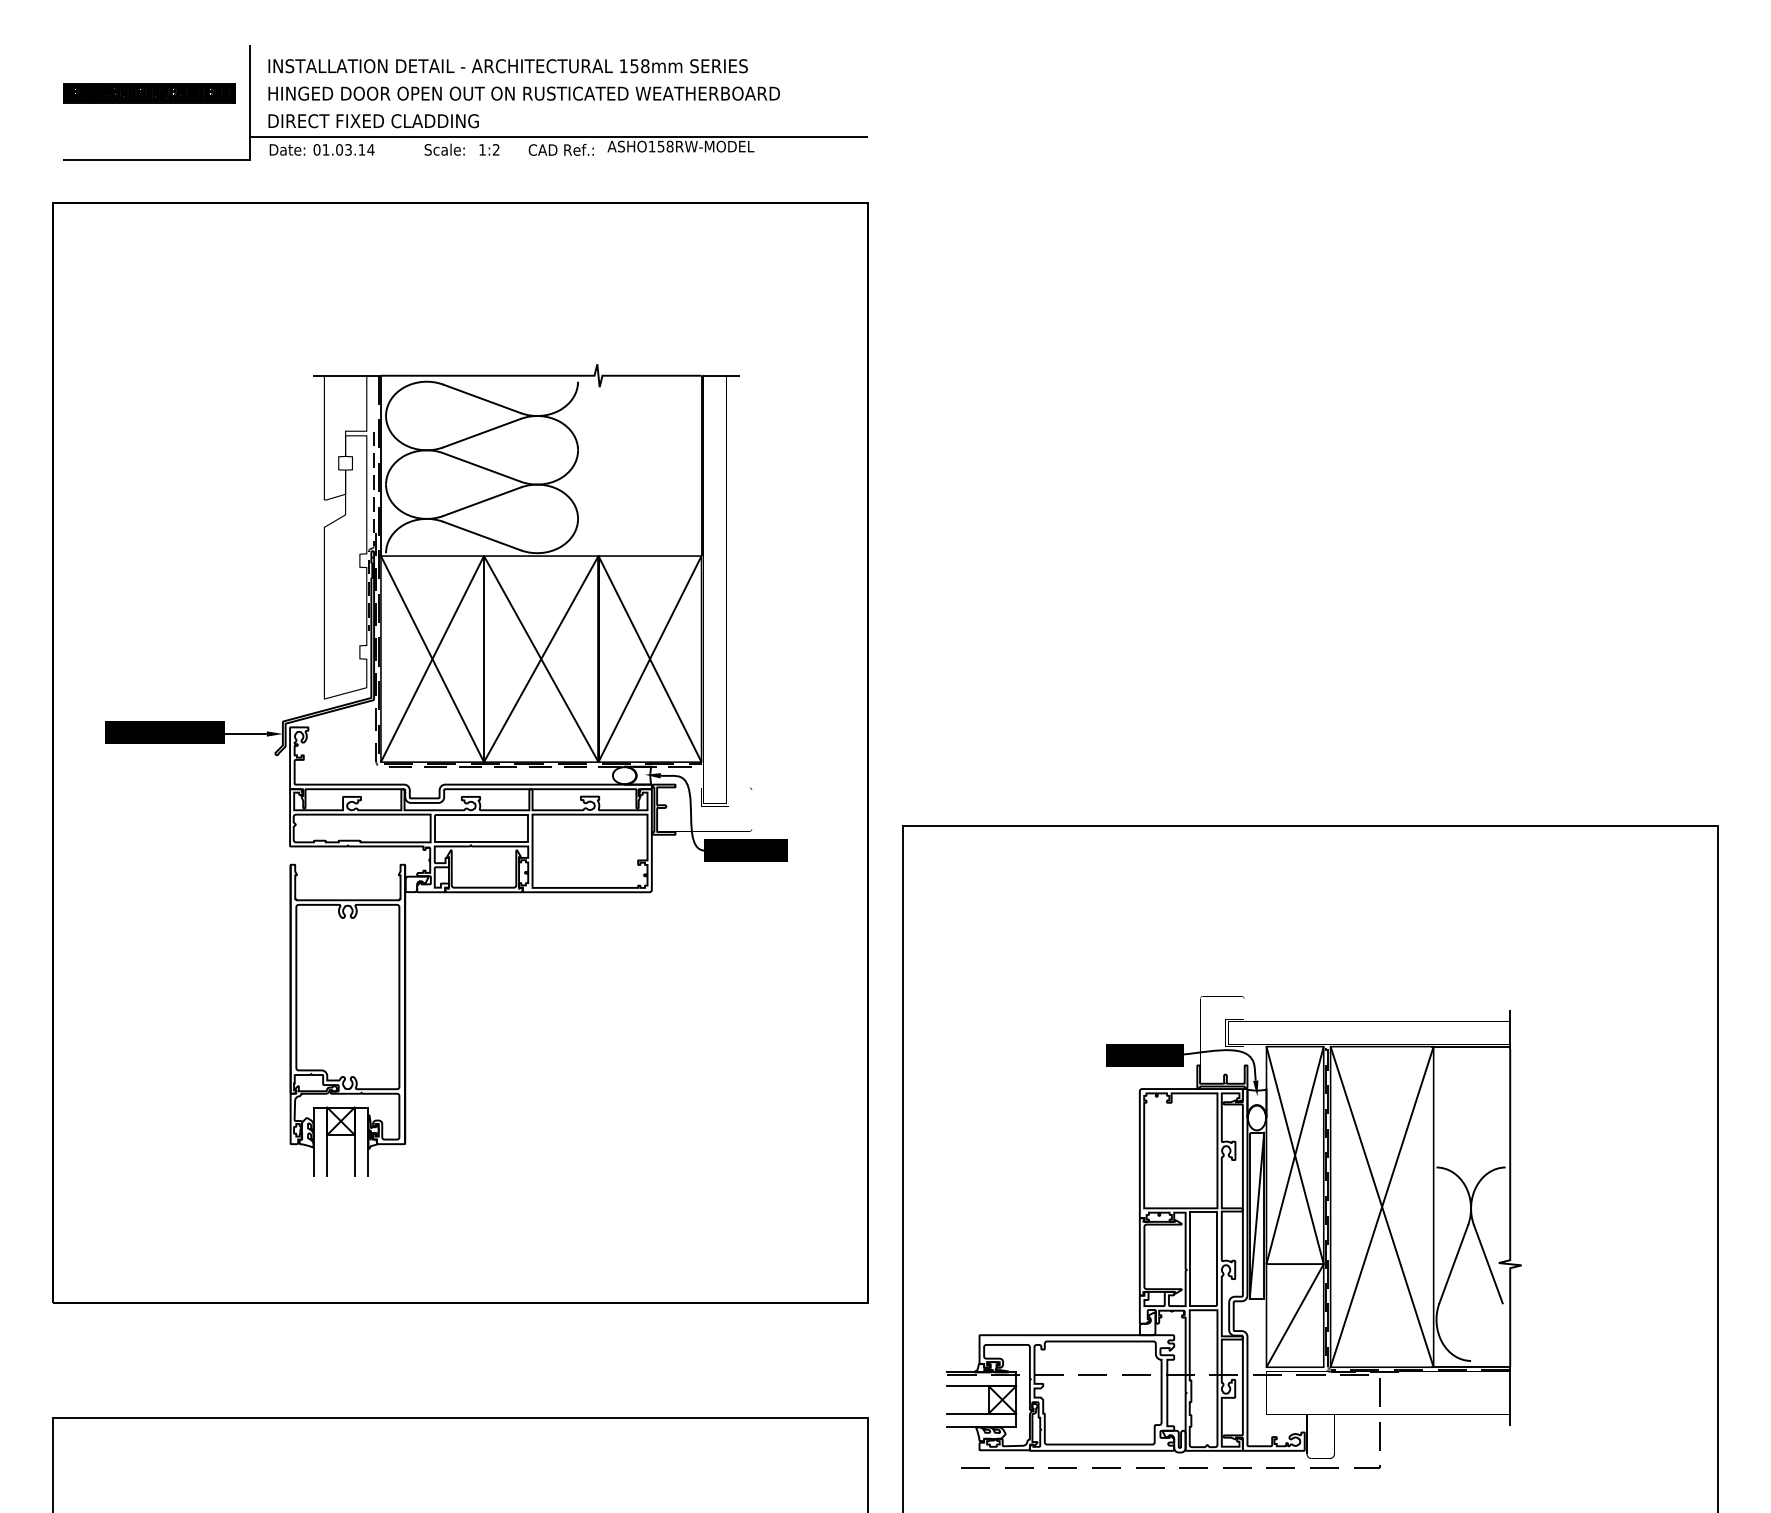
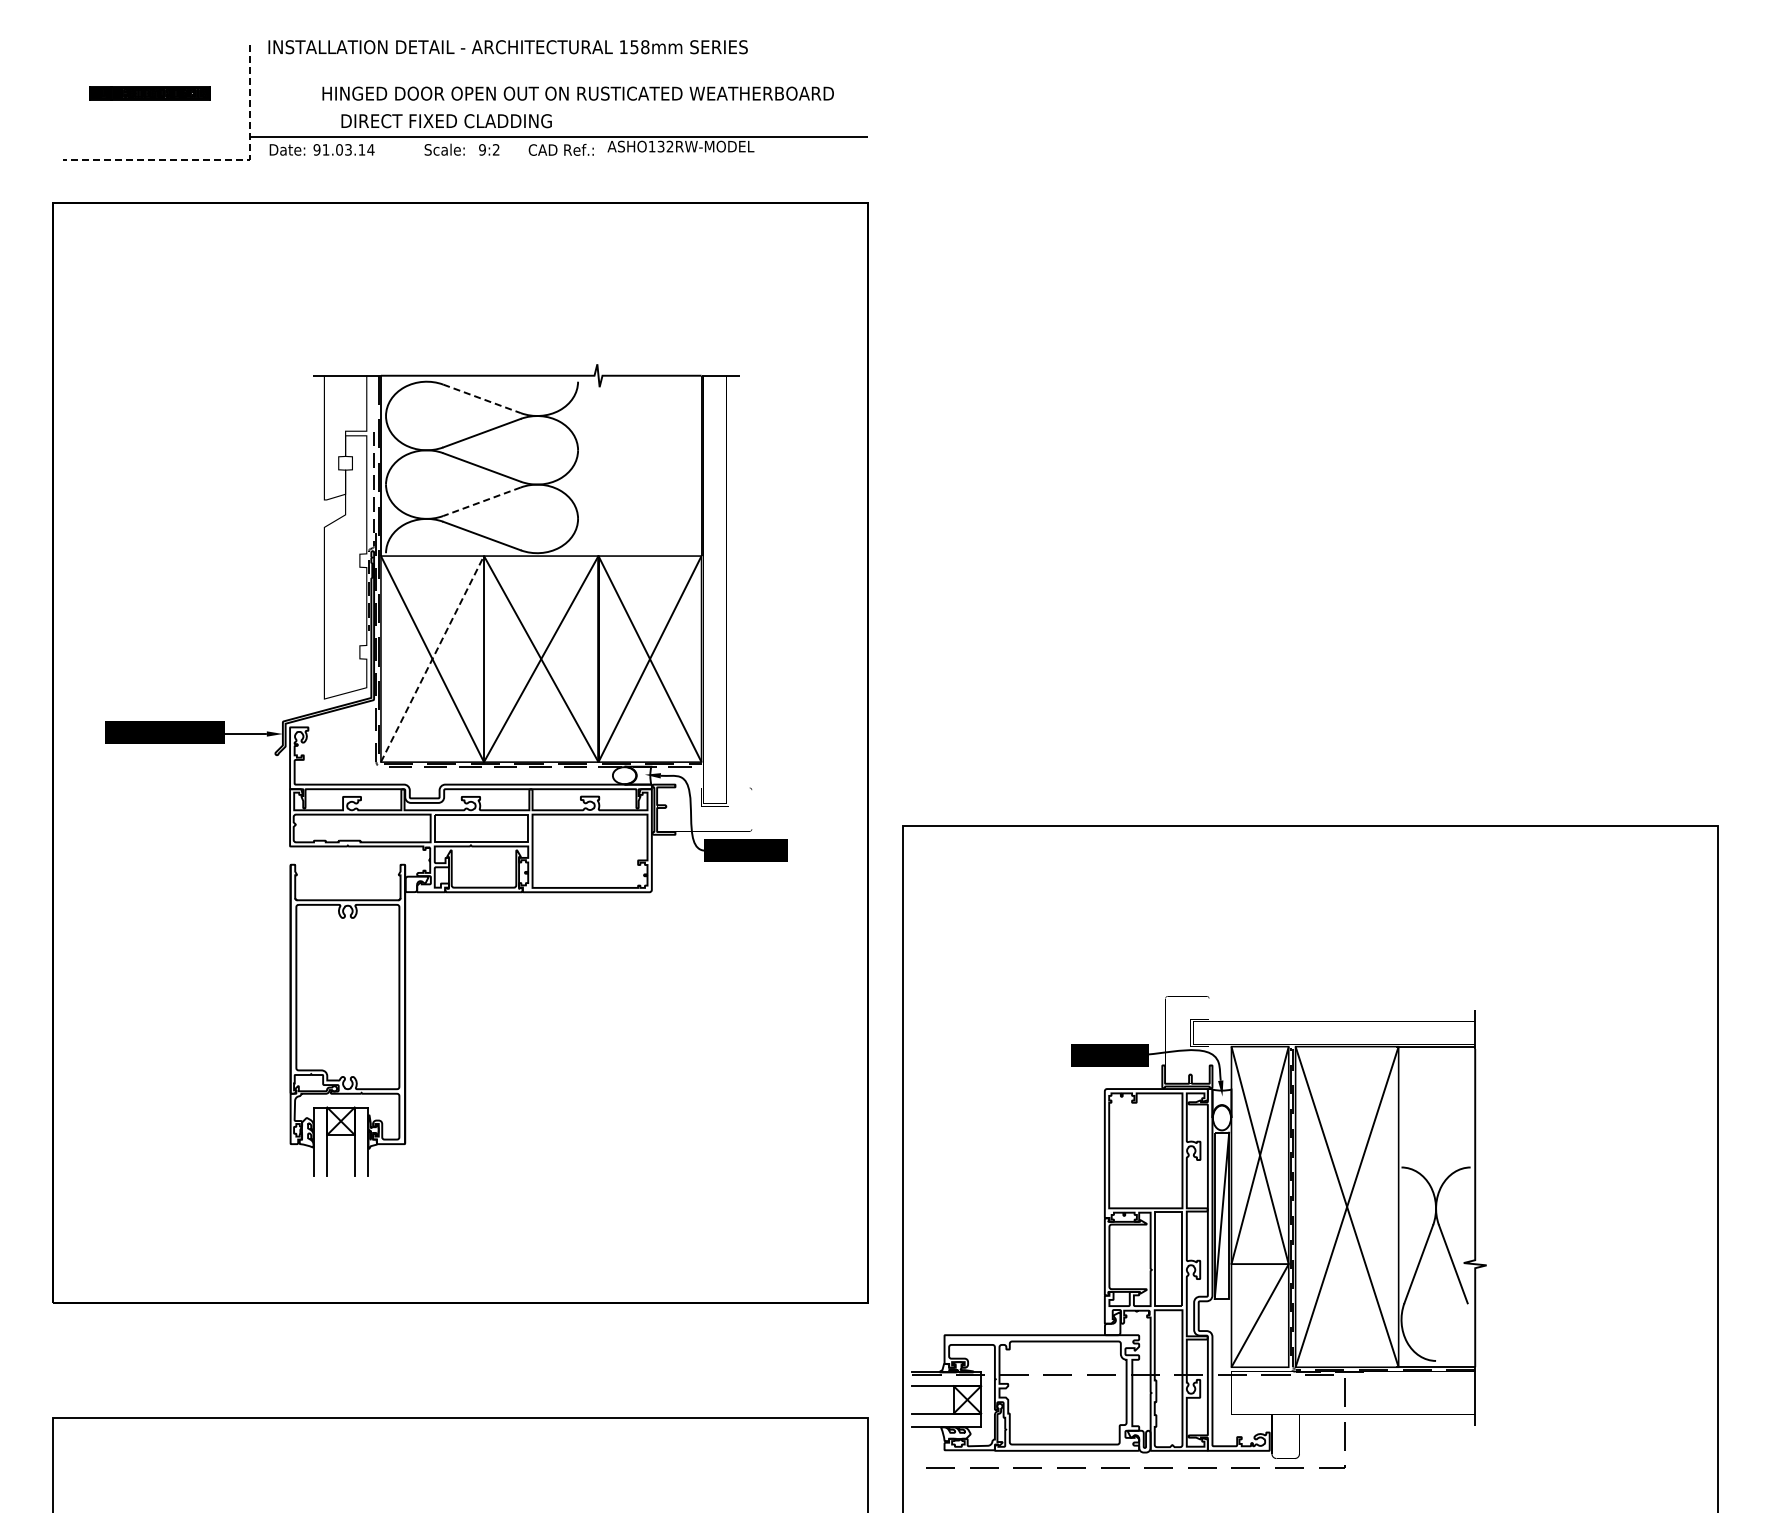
text at (507, 66) position: (507, 66) -> (507, 47)
part at (149, 93) size: 173x21 px -> 122x15 px
text at (523, 93) position: (523, 93) -> (577, 93)
text at (373, 121) position: (373, 121) -> (446, 121)
text at (665, 146): ASHO158RW-MODEL -> ASHO132RW-MODEL
text at (316, 149): 01.03.14 -> 91.03.14
text at (482, 149): 1:2 -> 9:2
line at (214, 159): solid -> dashed
line at (482, 399): solid -> dashed
line at (481, 501): solid -> dashed
line at (432, 658): solid -> dashed
part at (1233, 1232) position: (1233, 1232) -> (1198, 1232)
